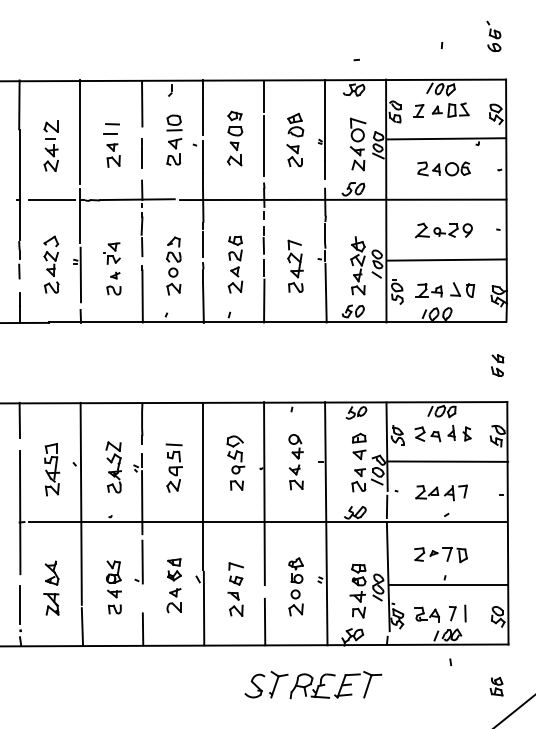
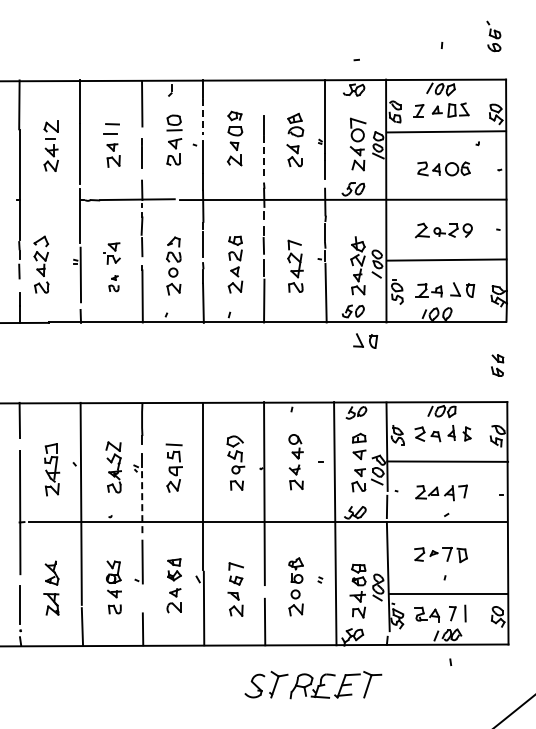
line at (264, 96): present -> none
line at (202, 116): solid -> dashed
line at (446, 138) position: (446, 138) -> (446, 131)
line at (264, 156): solid -> dashed
line at (51, 200): present -> none
part at (51, 264) position: (51, 264) -> (41, 264)
part at (113, 283) size: 16x25 px -> 12x18 px
part at (365, 340): none -> present
line at (142, 502): solid -> dashed
line at (326, 523) position: (326, 523) -> (335, 523)
line at (448, 584) position: (448, 584) -> (448, 593)
part at (496, 686): present -> none
